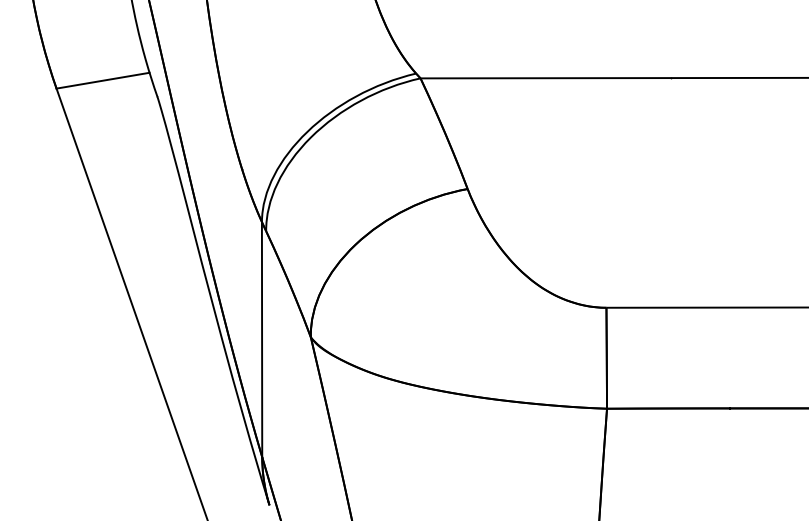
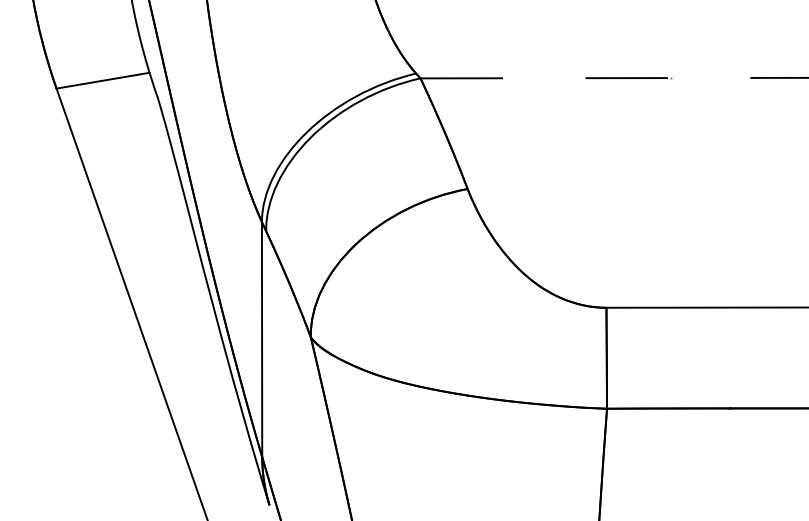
line at (614, 78): solid -> dashed
